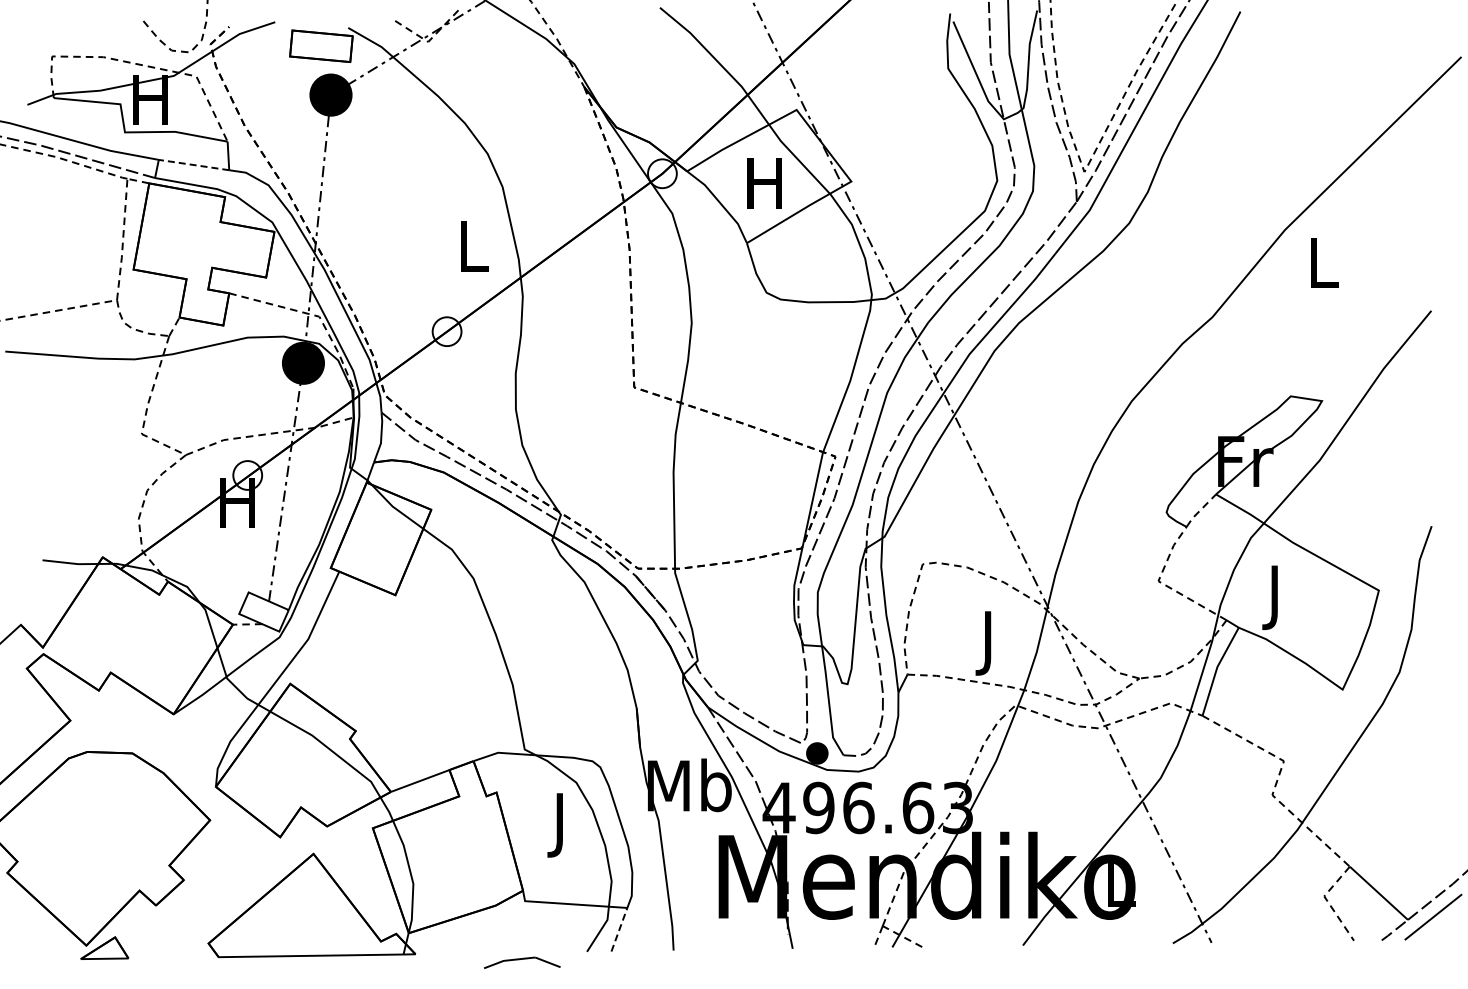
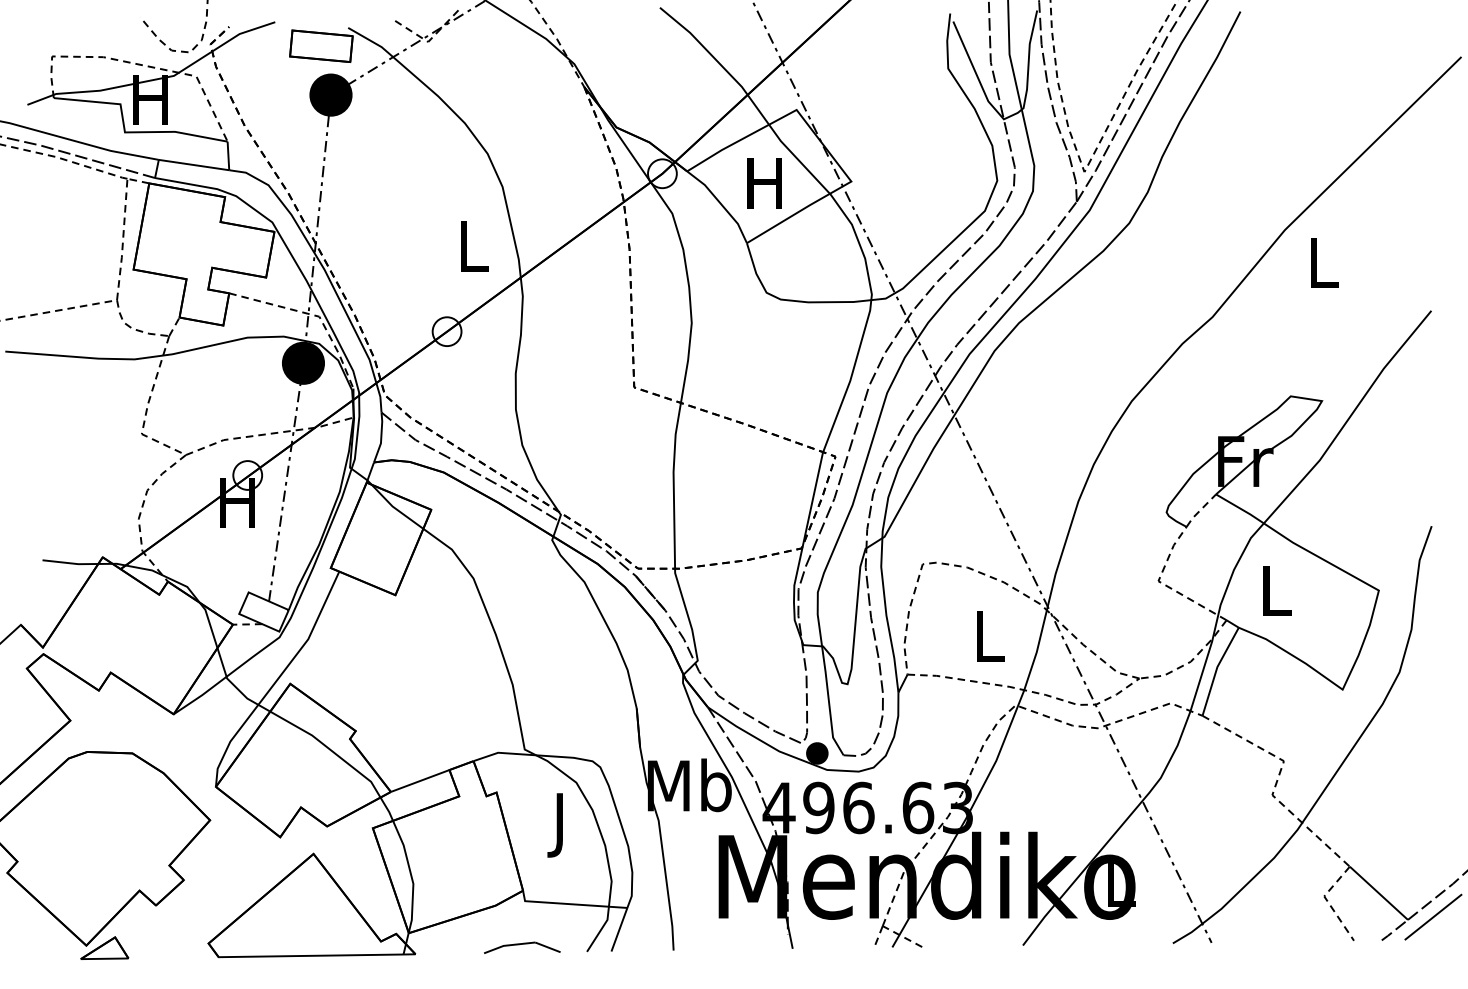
line at (194, 165): dashed -> solid
text at (1276, 597): J -> L
text at (989, 643): J -> L
line at (619, 929): dashed -> solid
part at (522, 962) position: (522, 962) -> (522, 947)
